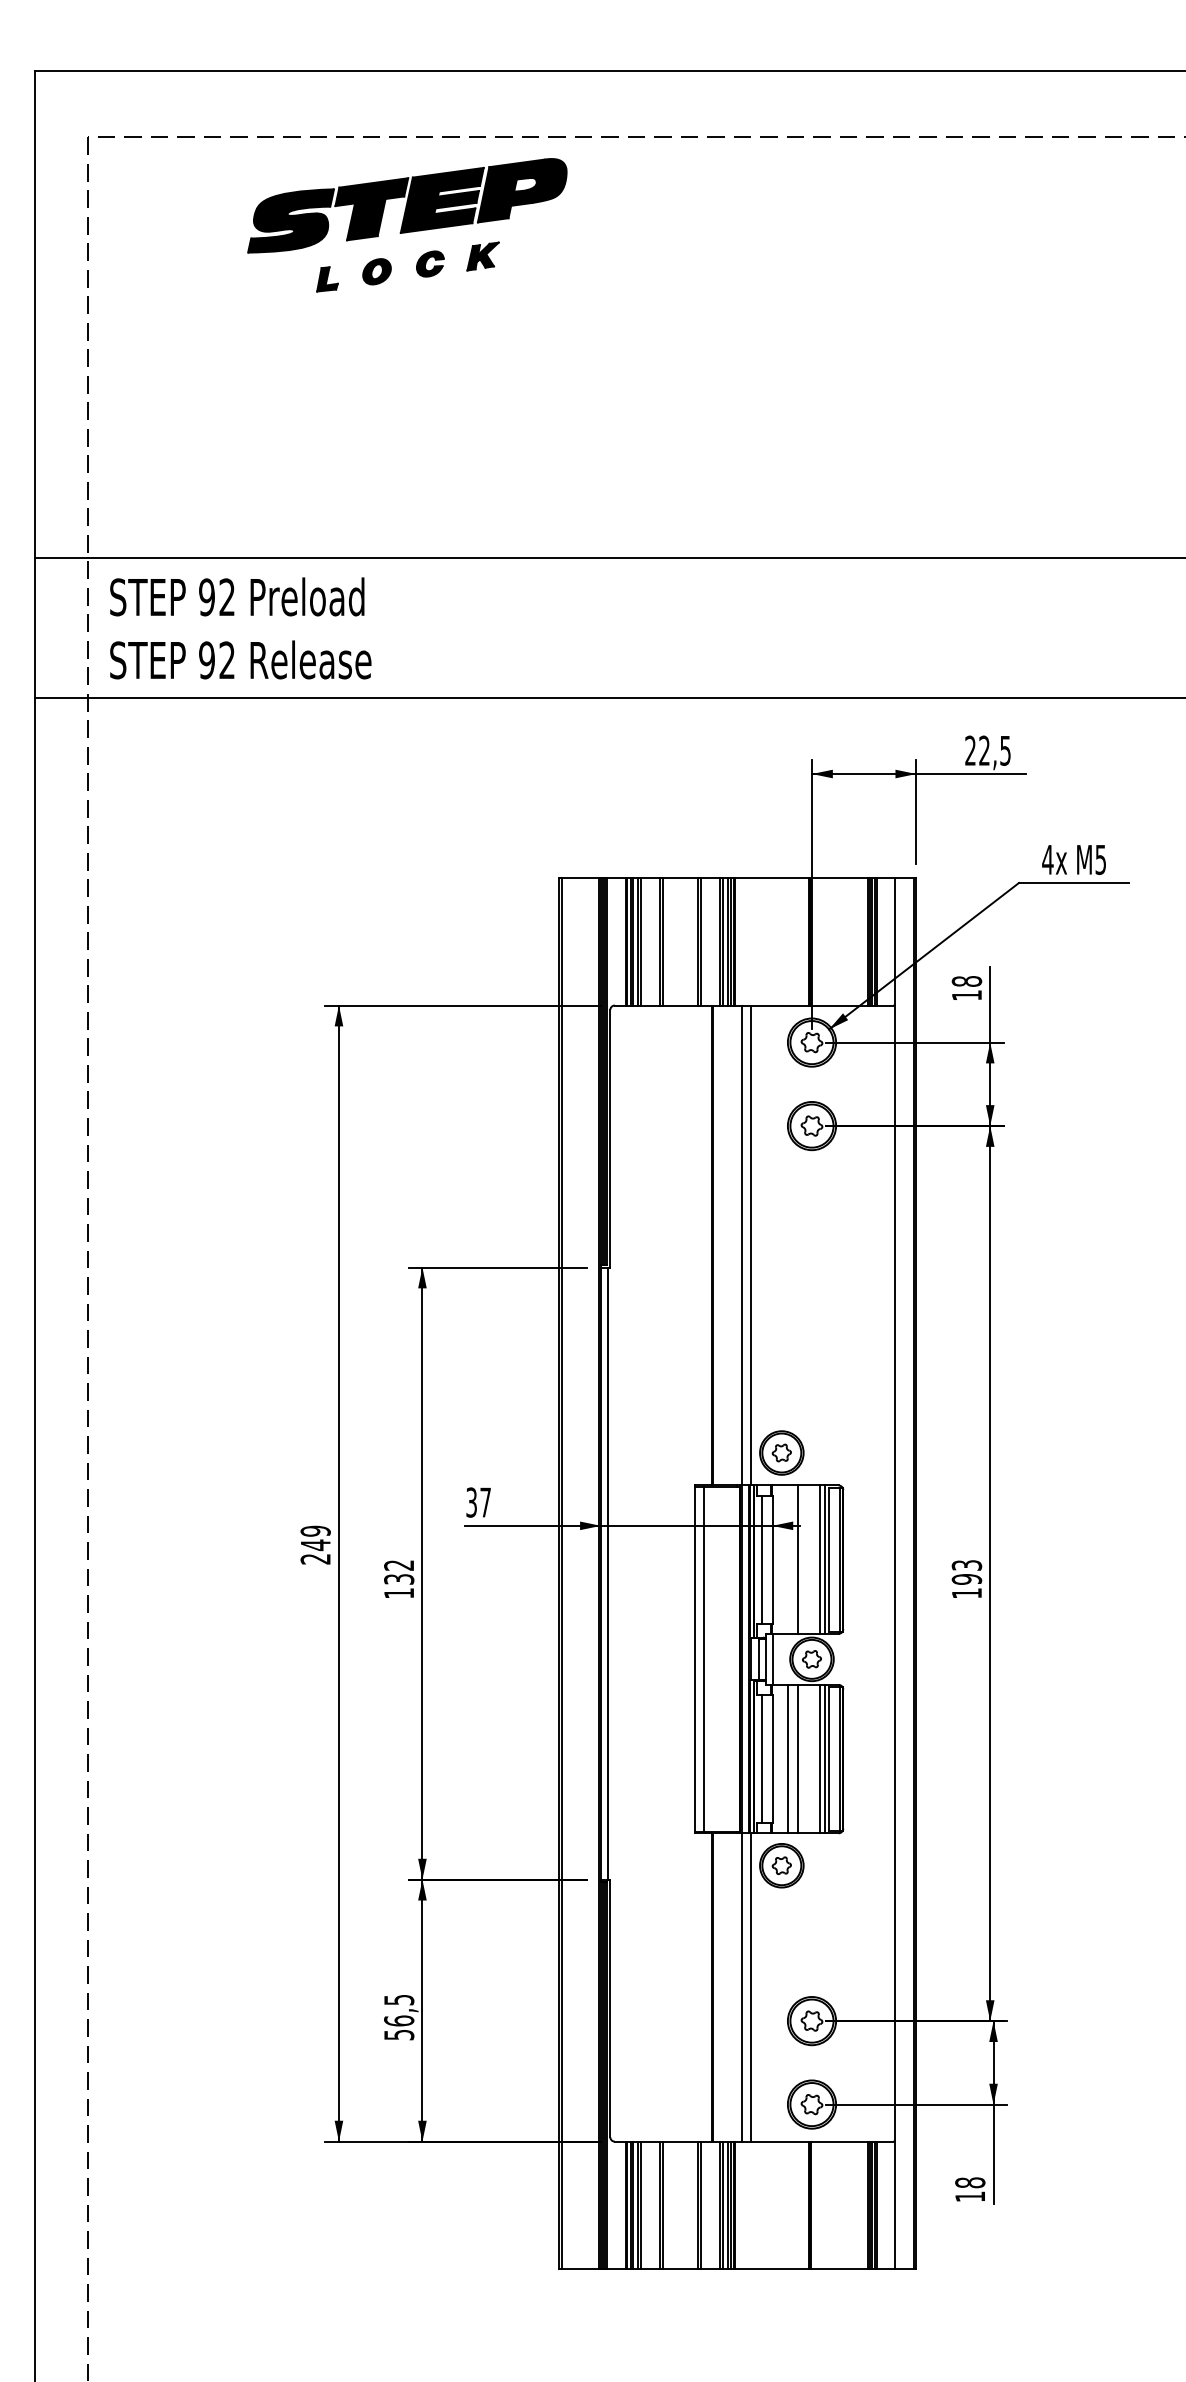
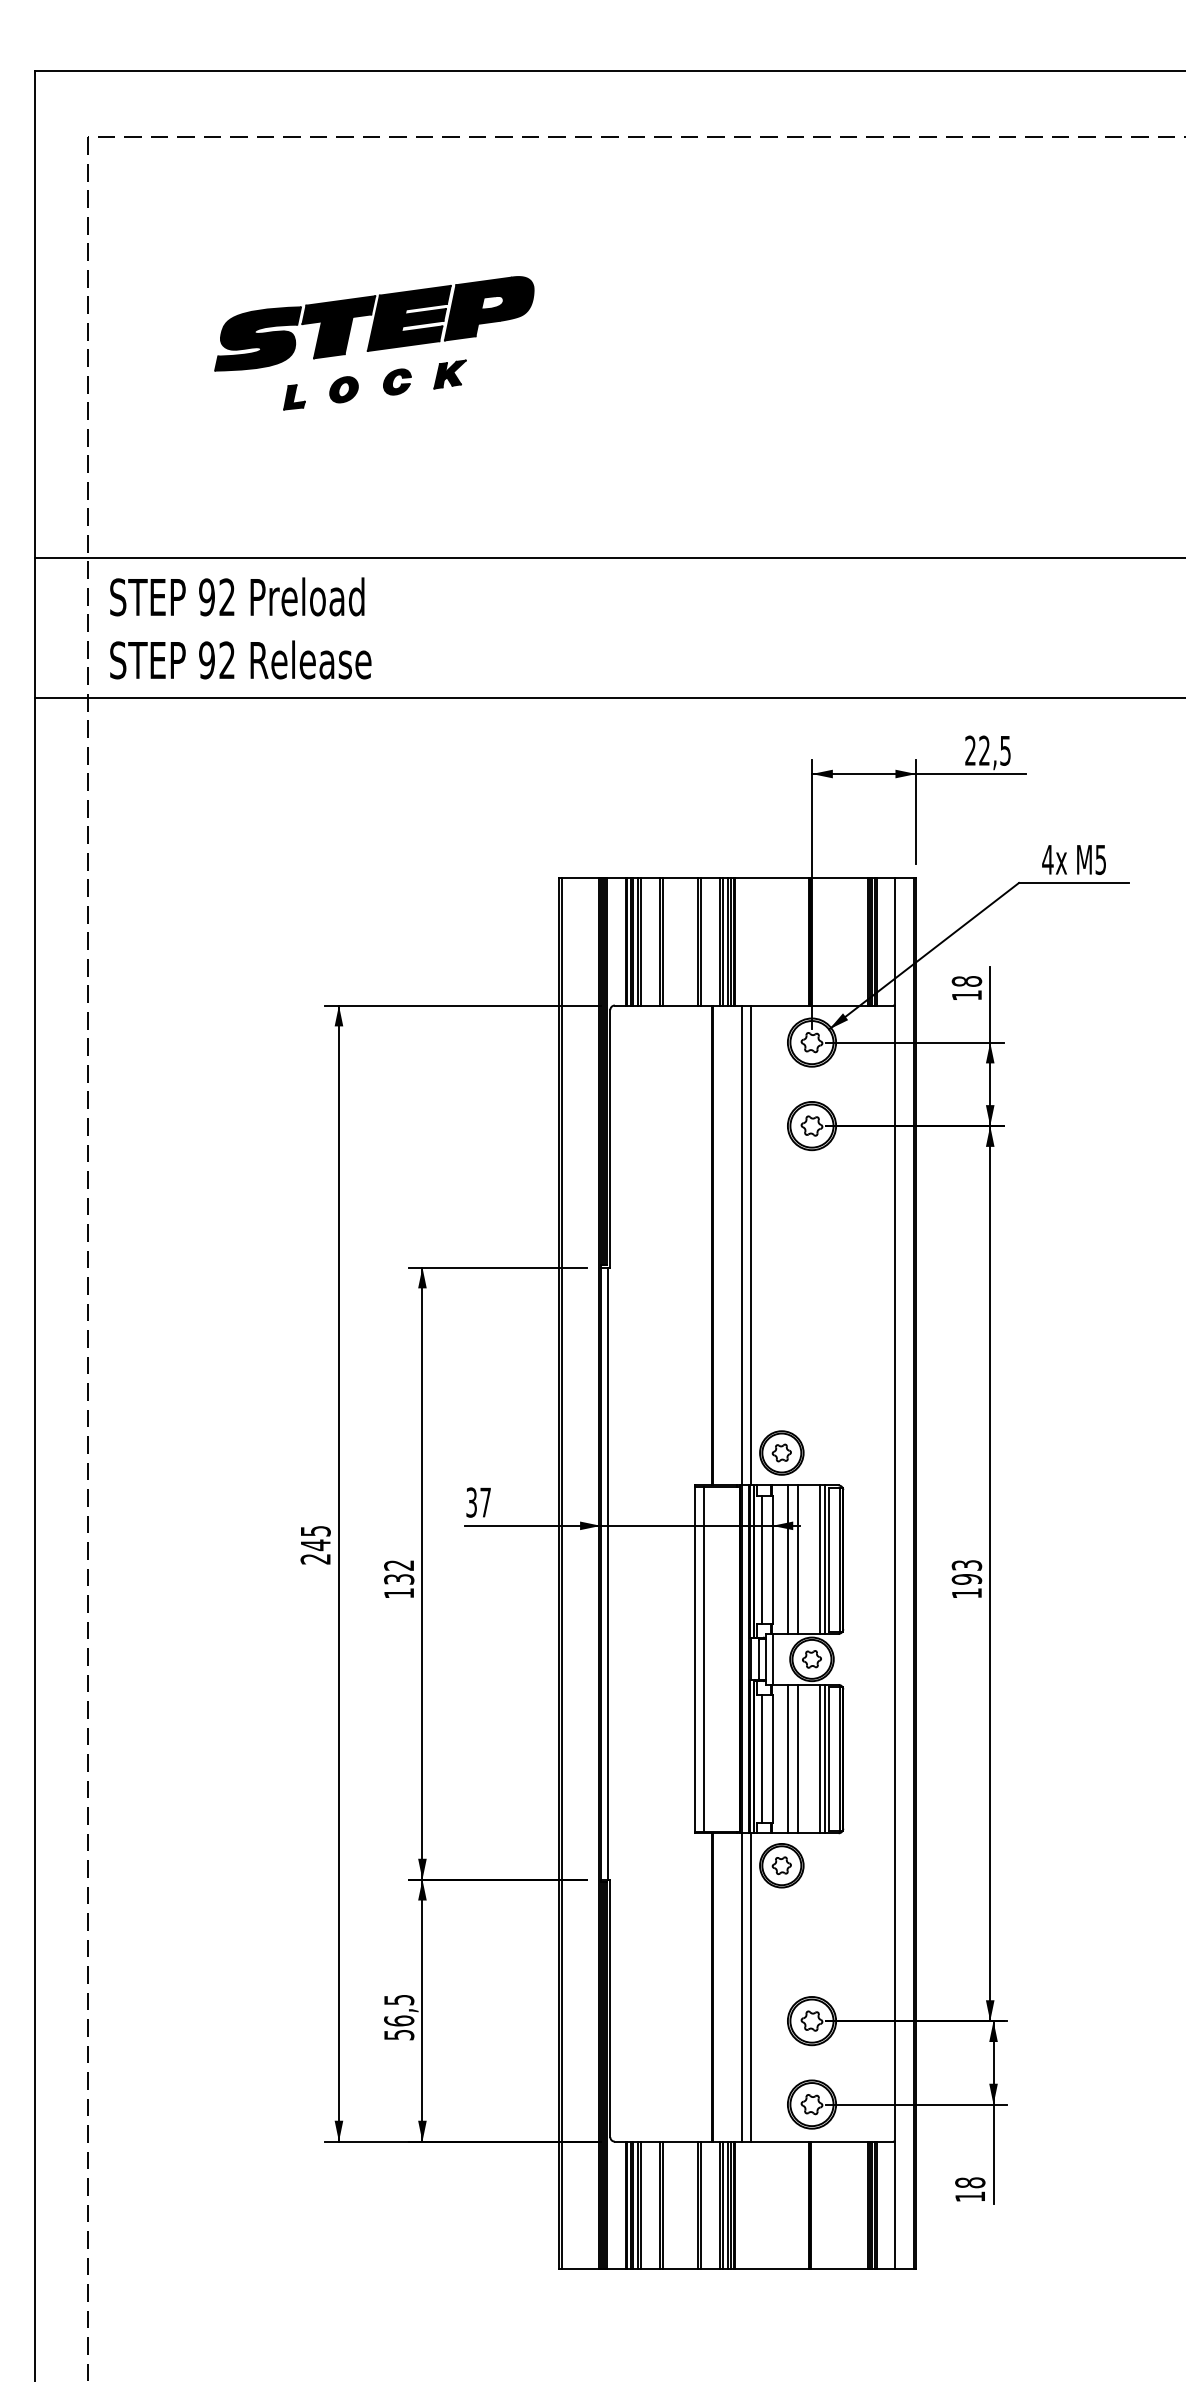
part at (407, 225) position: (407, 225) -> (374, 343)
text at (315, 1530): 249 -> 245
line at (788, 1559): none -> present
